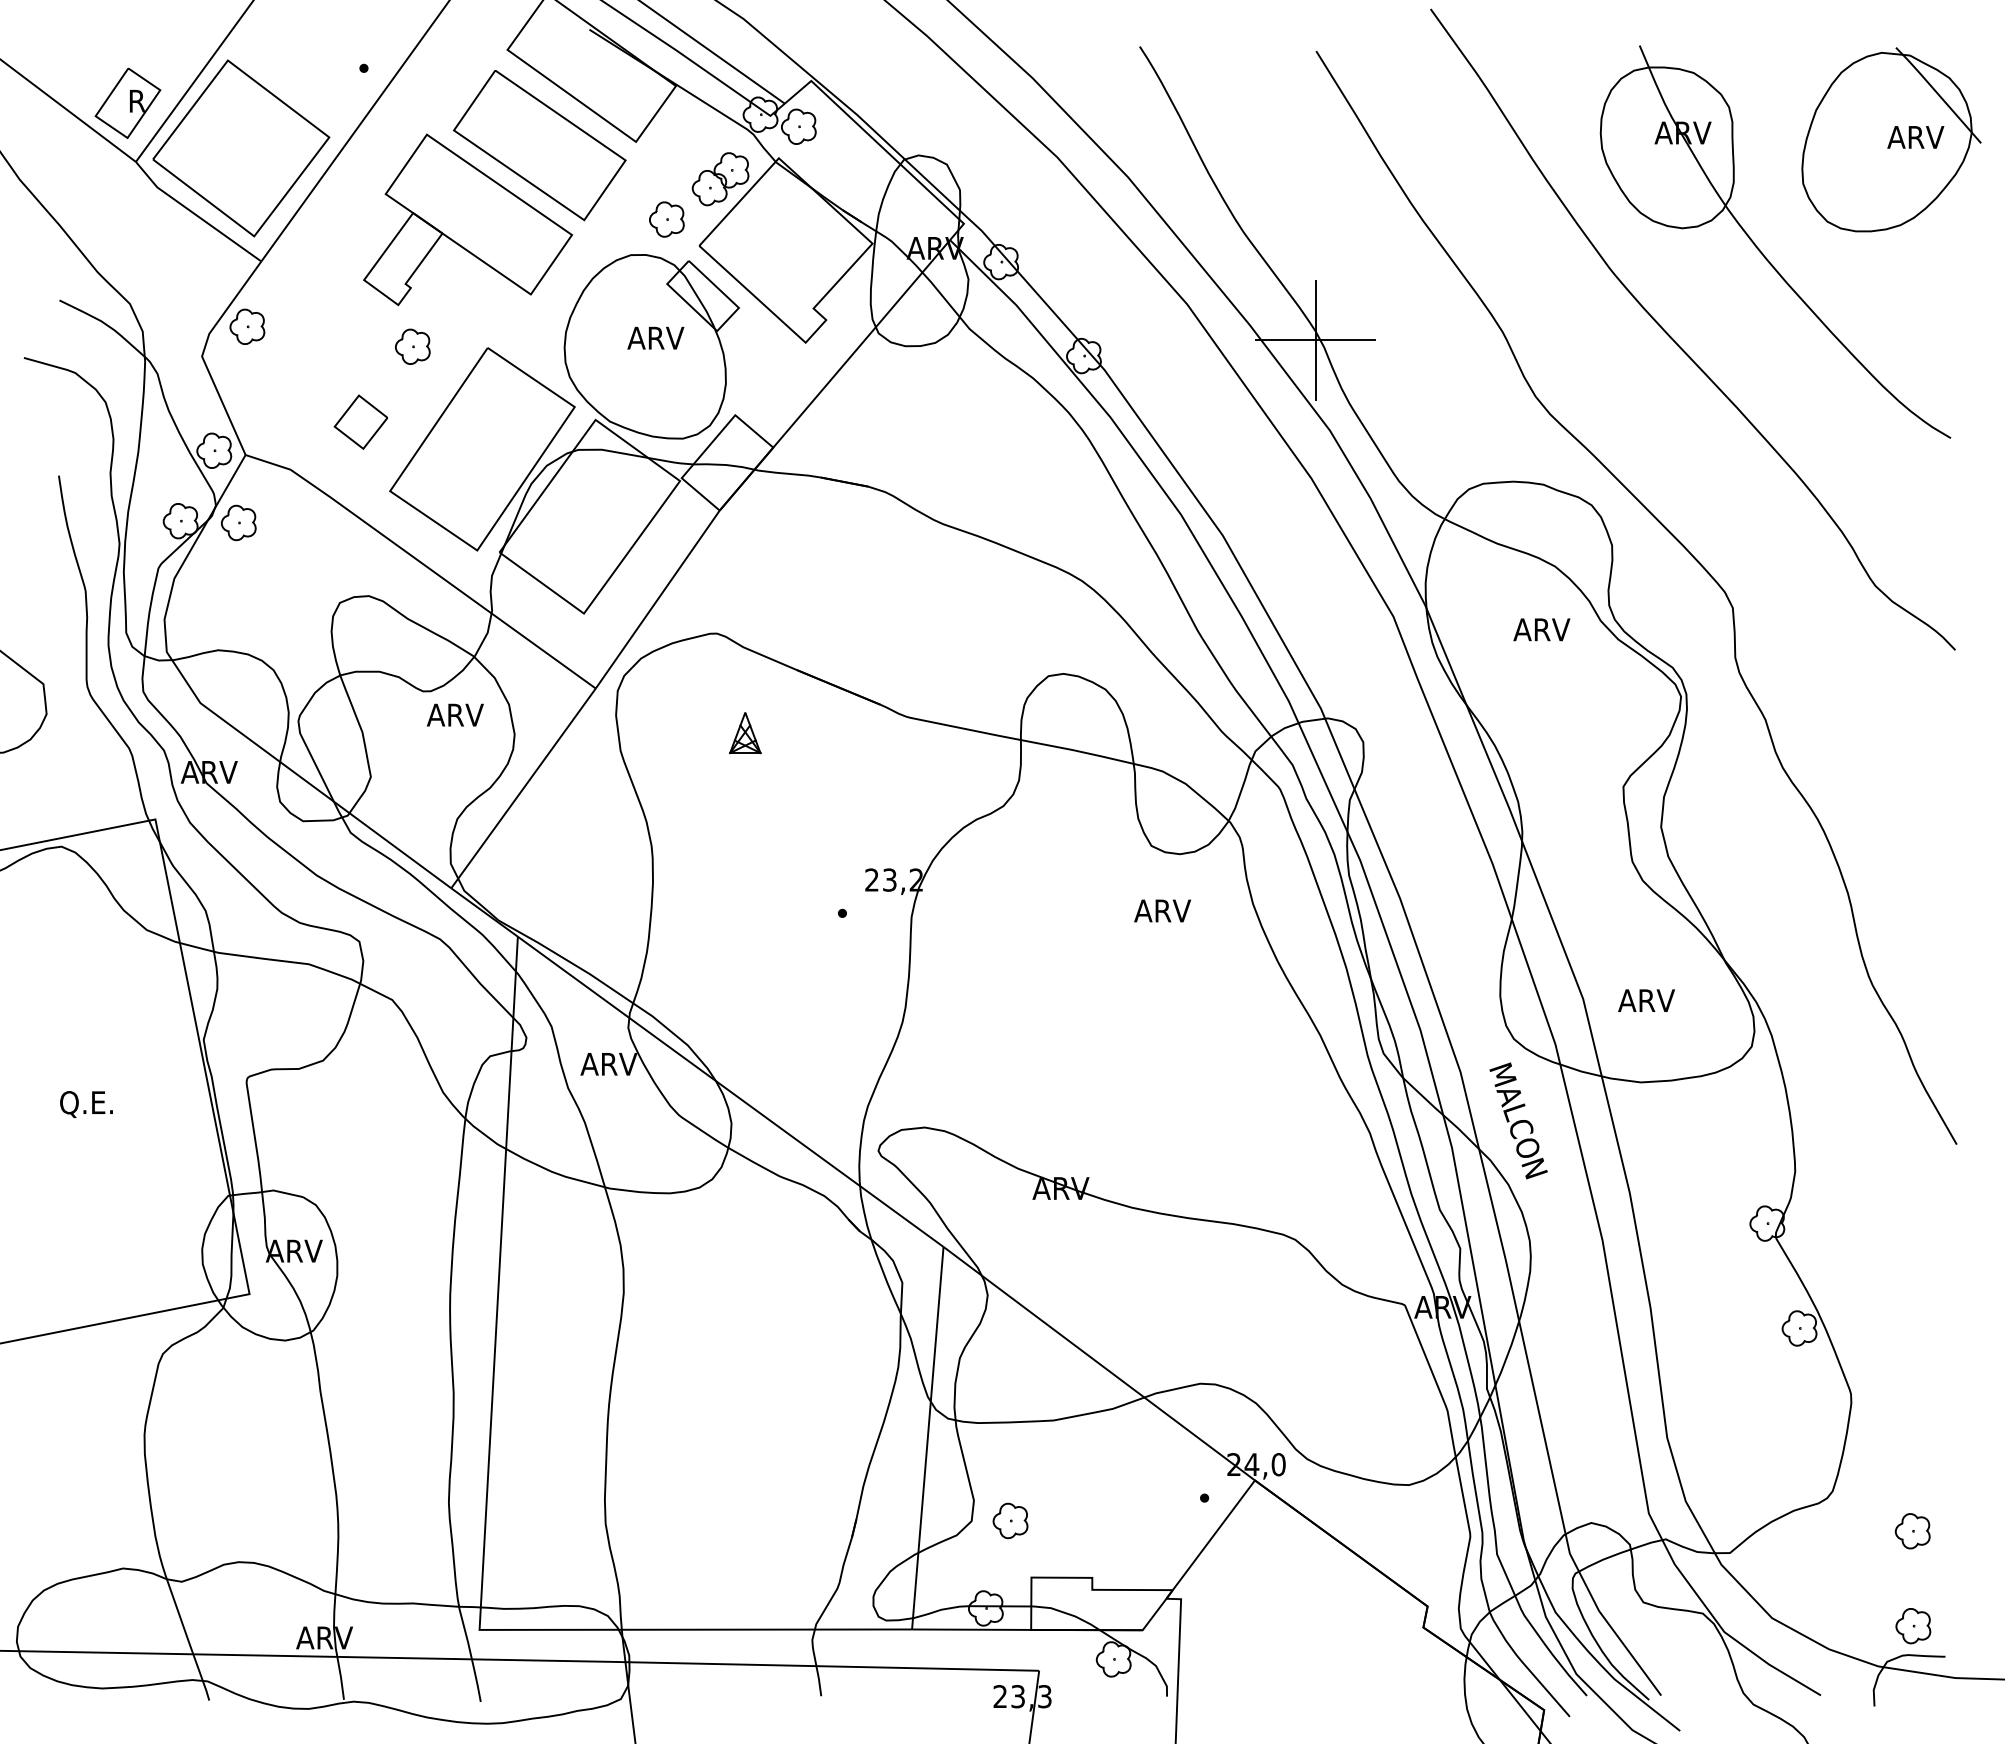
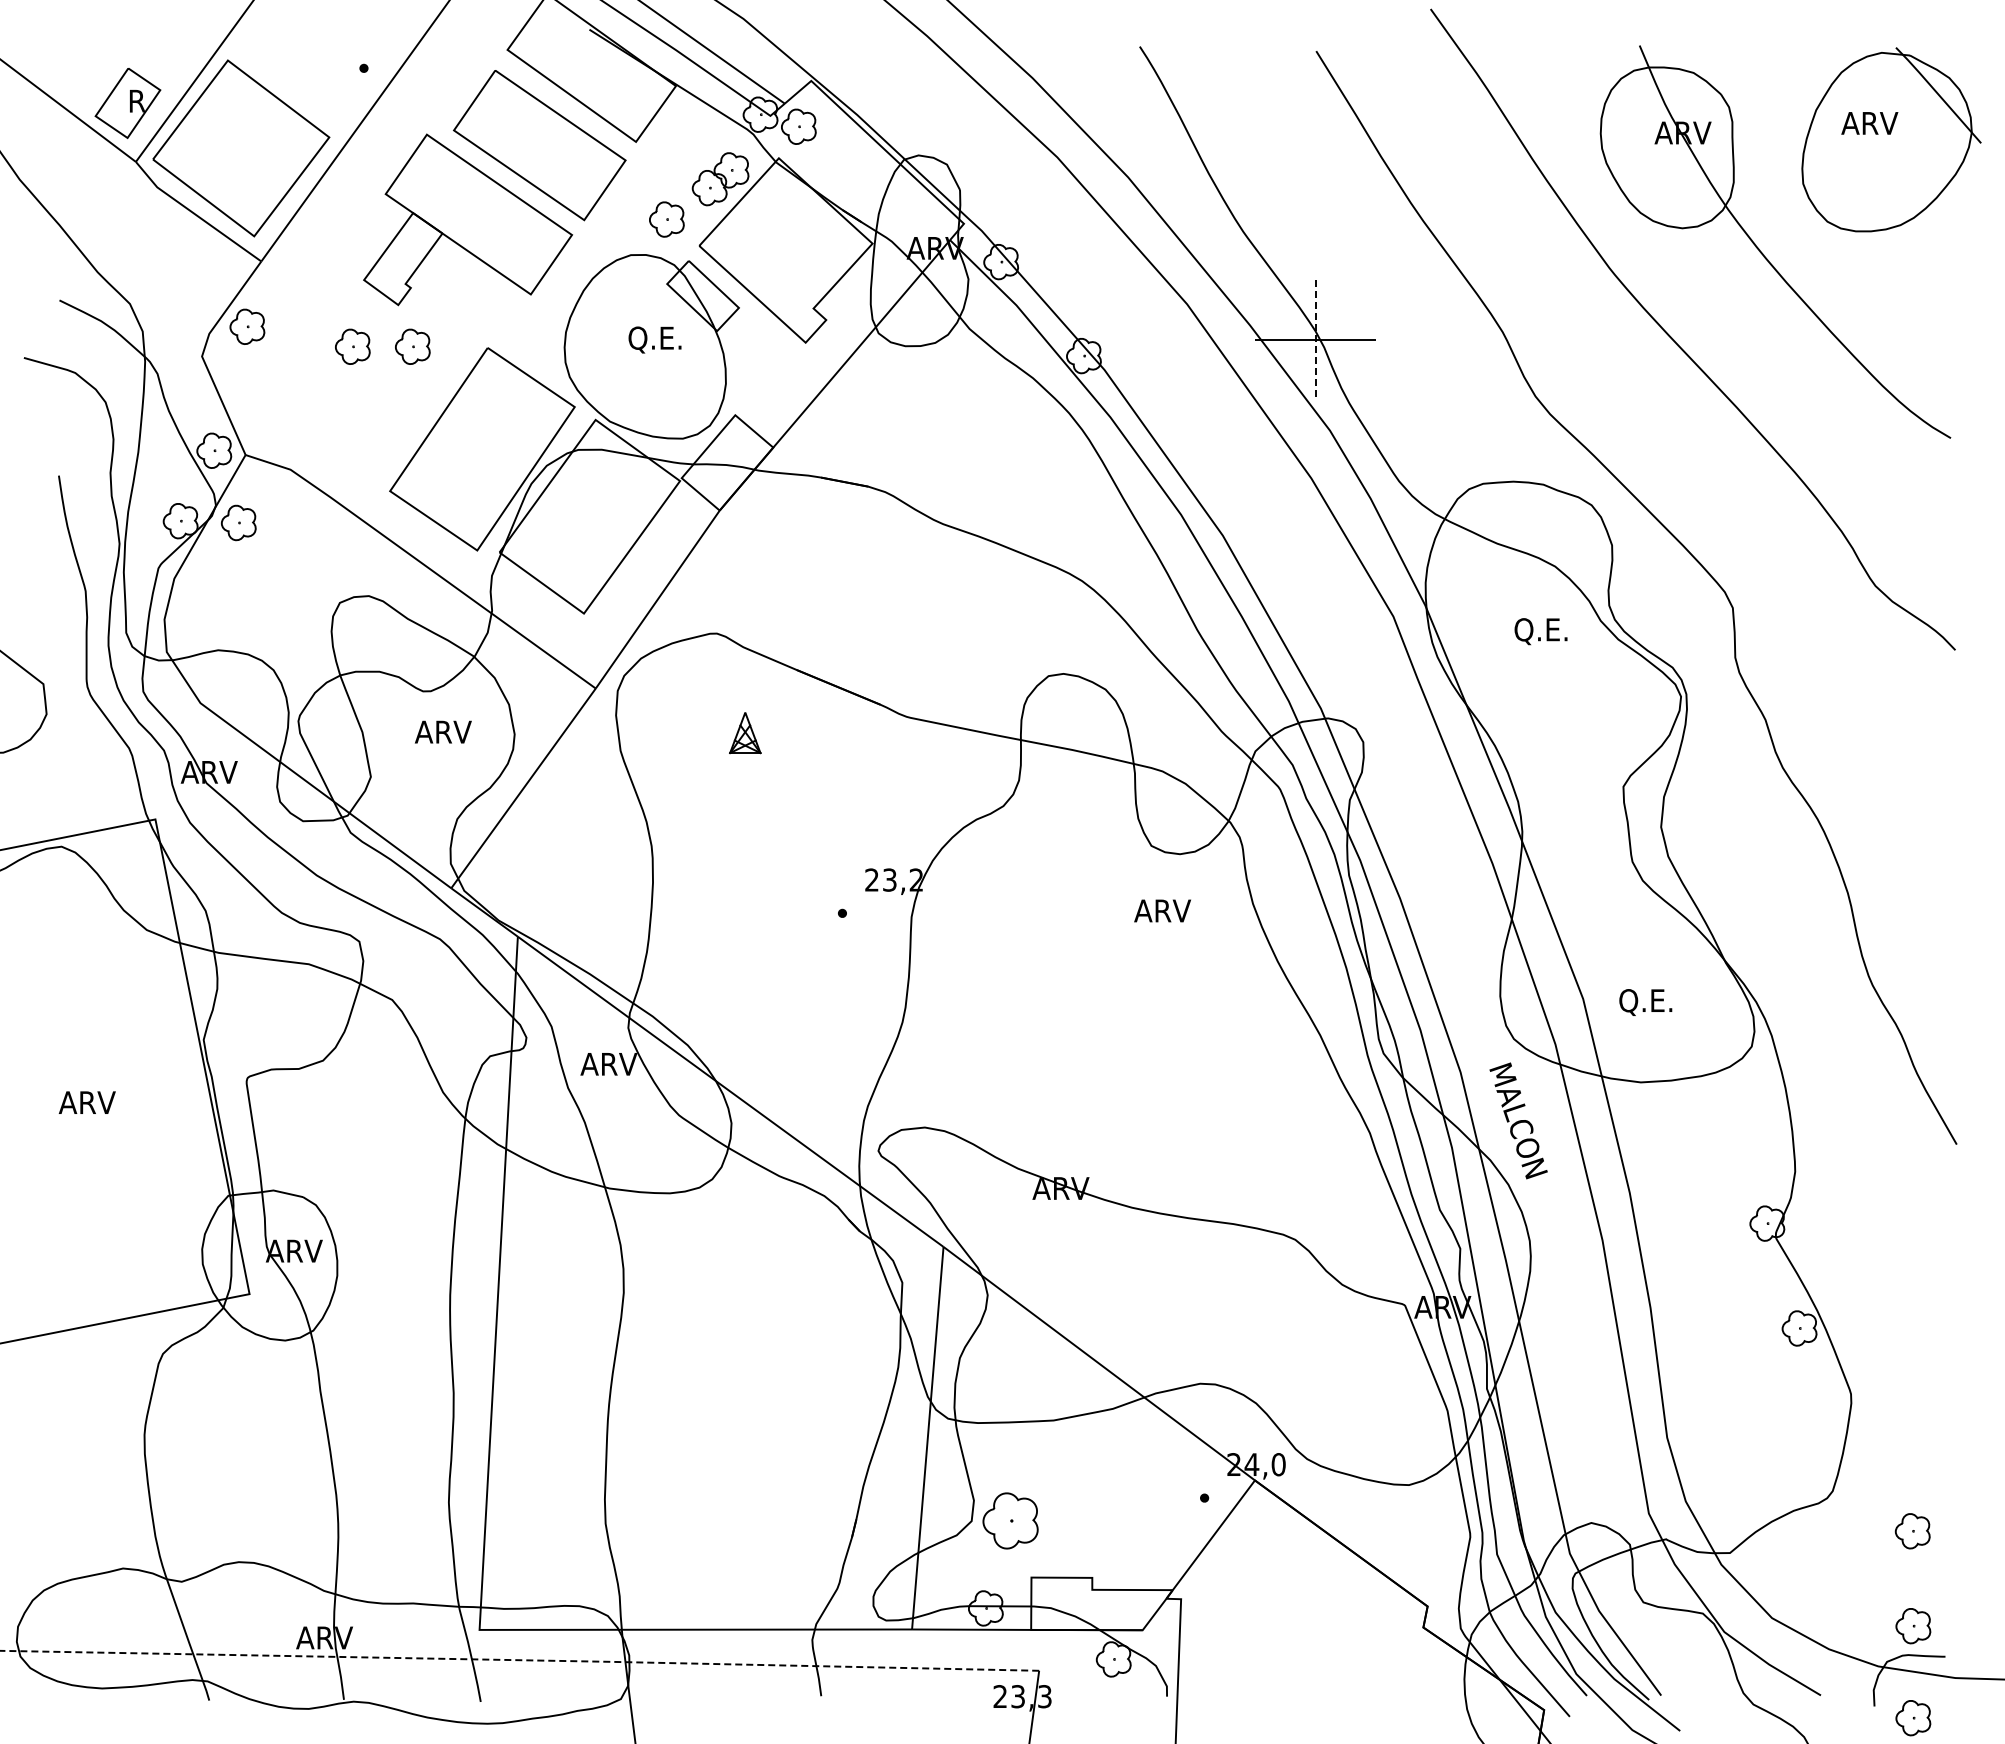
text at (1915, 137) position: (1915, 137) -> (1869, 123)
text at (655, 339): ARV -> Q.E.
line at (1315, 340): solid -> dashed
part at (352, 346): none -> present
part at (360, 421): present -> none
text at (1541, 631): ARV -> Q.E.
text at (455, 714) position: (455, 714) -> (443, 731)
text at (1646, 1002): ARV -> Q.E.
text at (86, 1104): Q.E. -> ARV
part at (1010, 1520) size: 37x38 px -> 57x58 px
line at (519, 1660): solid -> dashed
part at (1913, 1718): none -> present
